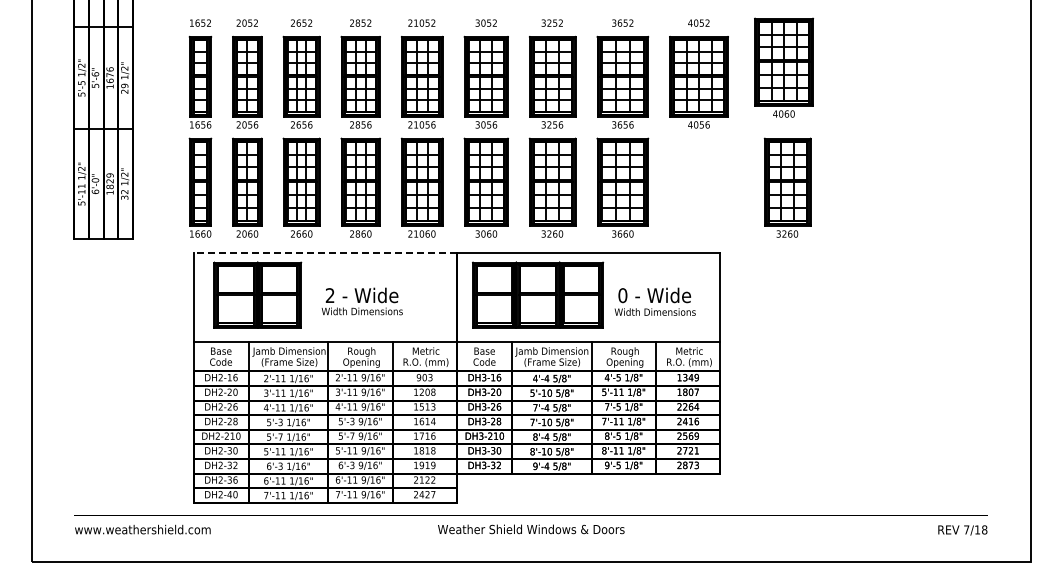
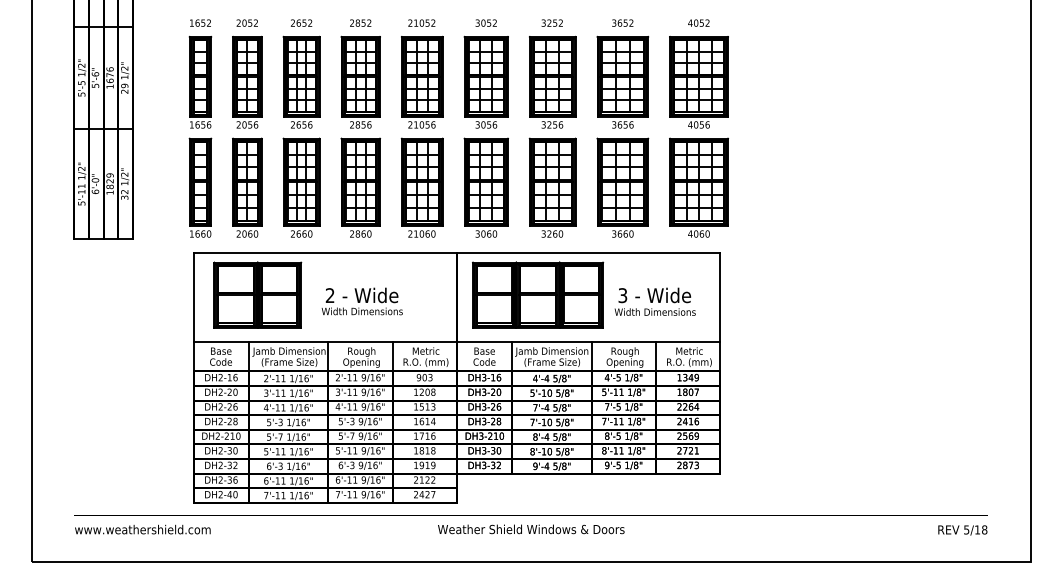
part at (784, 67) position: (784, 67) -> (699, 187)
part at (787, 187): present -> none
line at (325, 252): dashed -> solid
text at (622, 295): 0 -> 3
text at (966, 529): 7/18 -> 5/18
